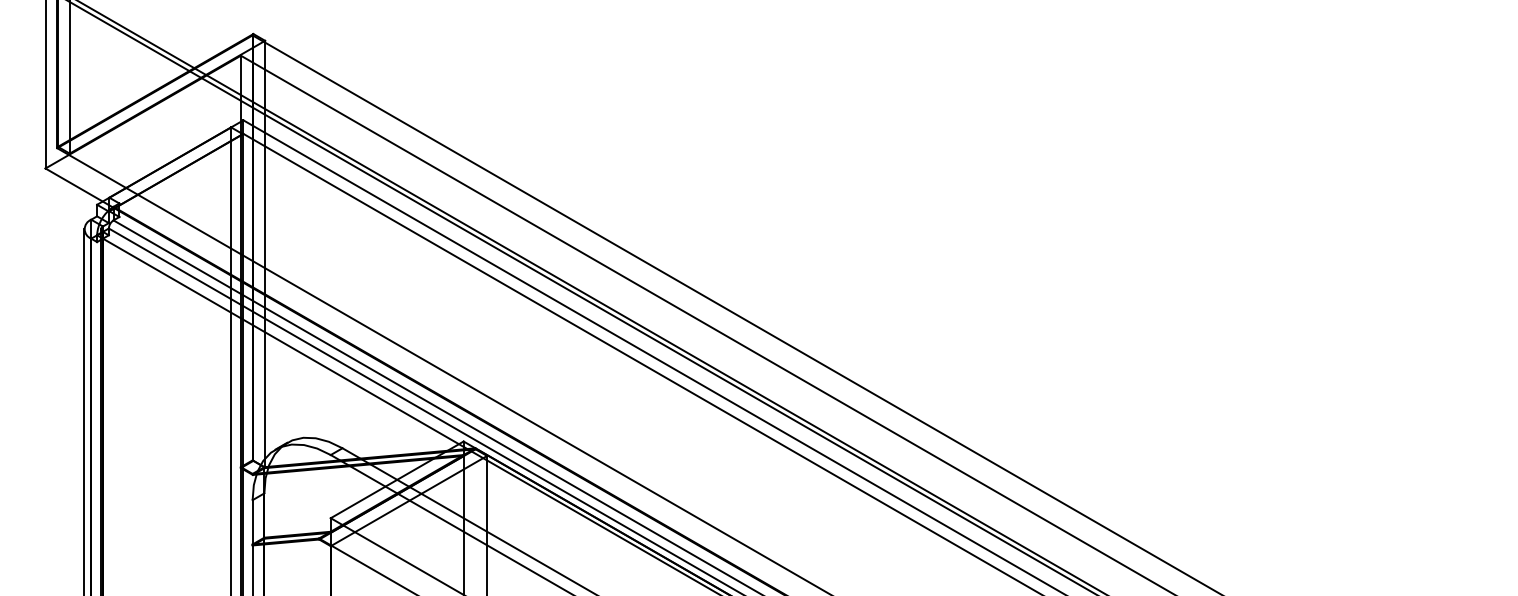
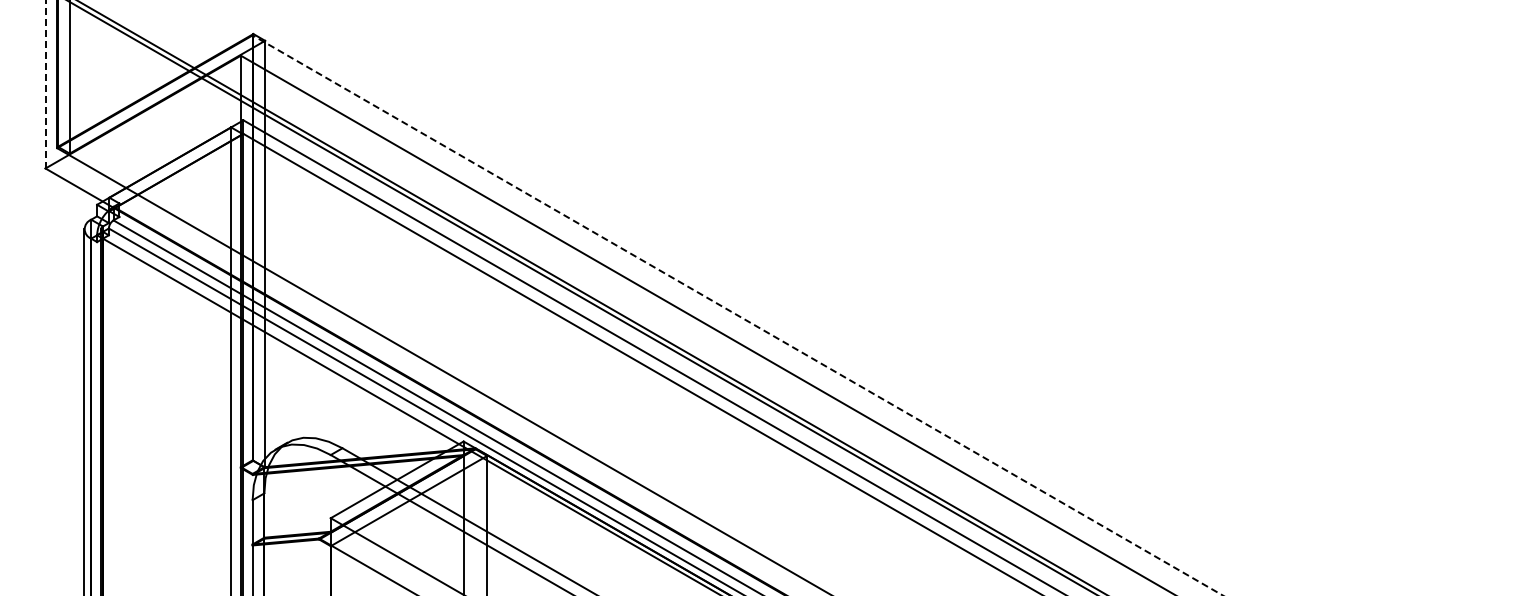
line at (45, 84): solid -> dashed
line at (737, 315): solid -> dashed
